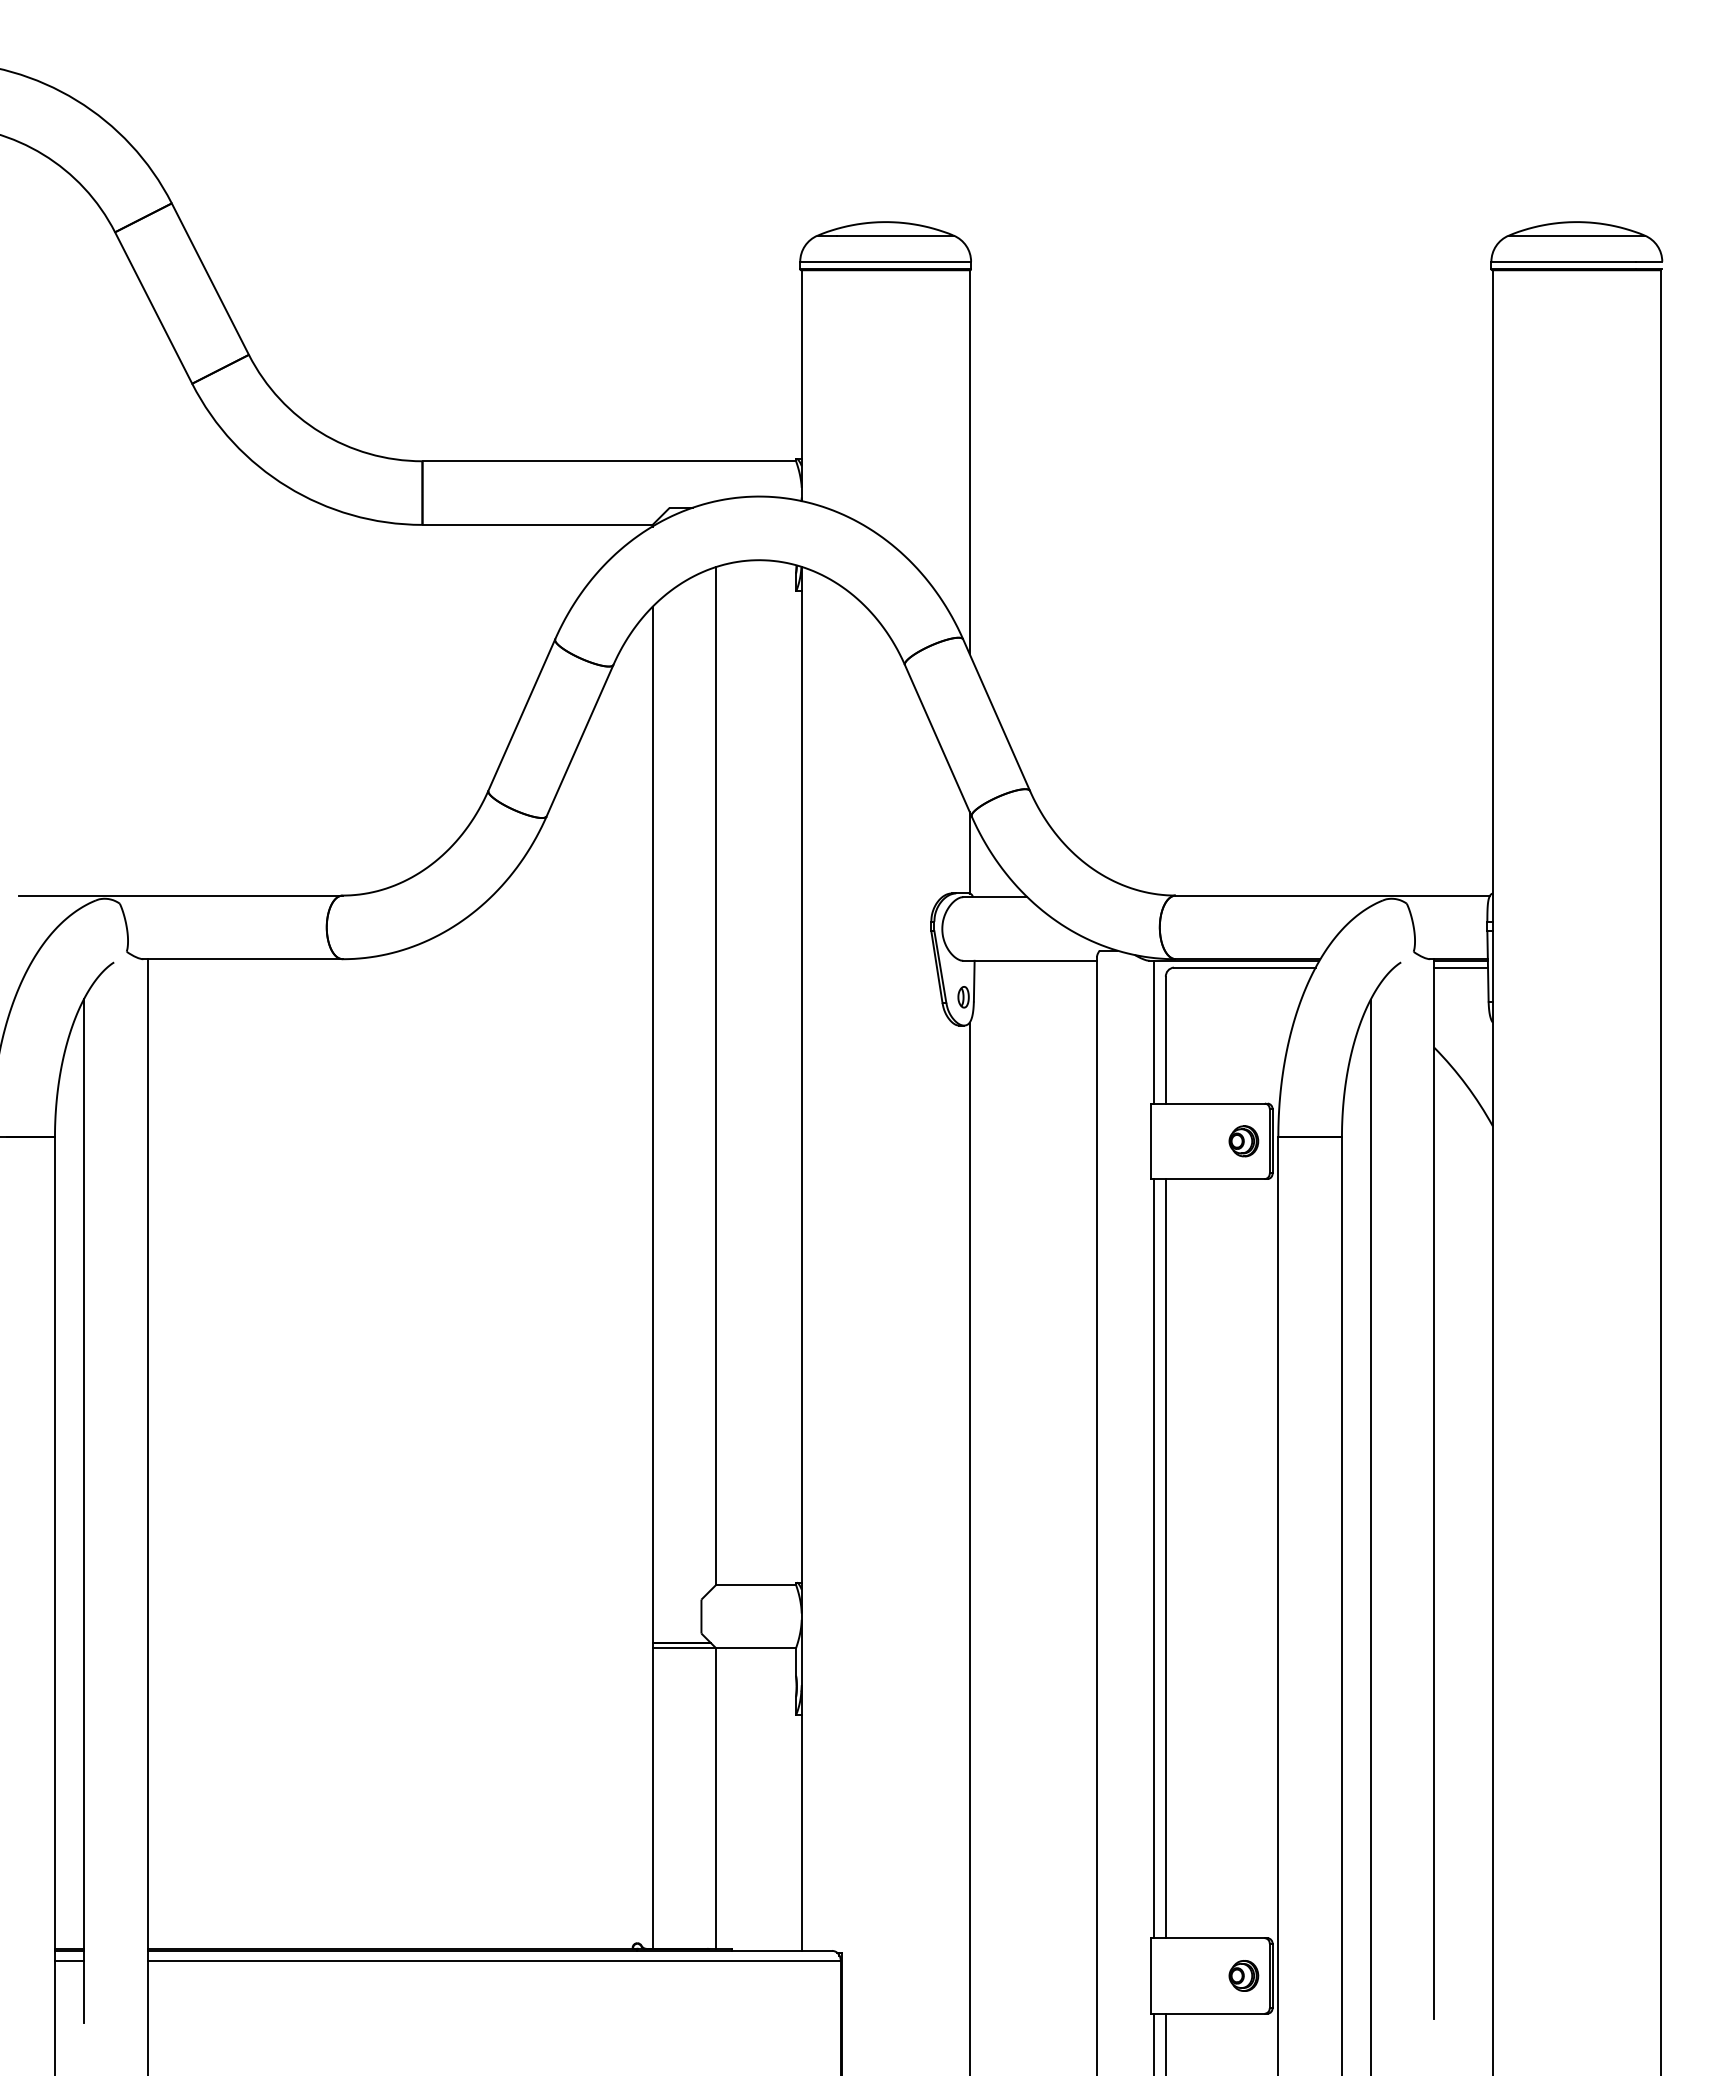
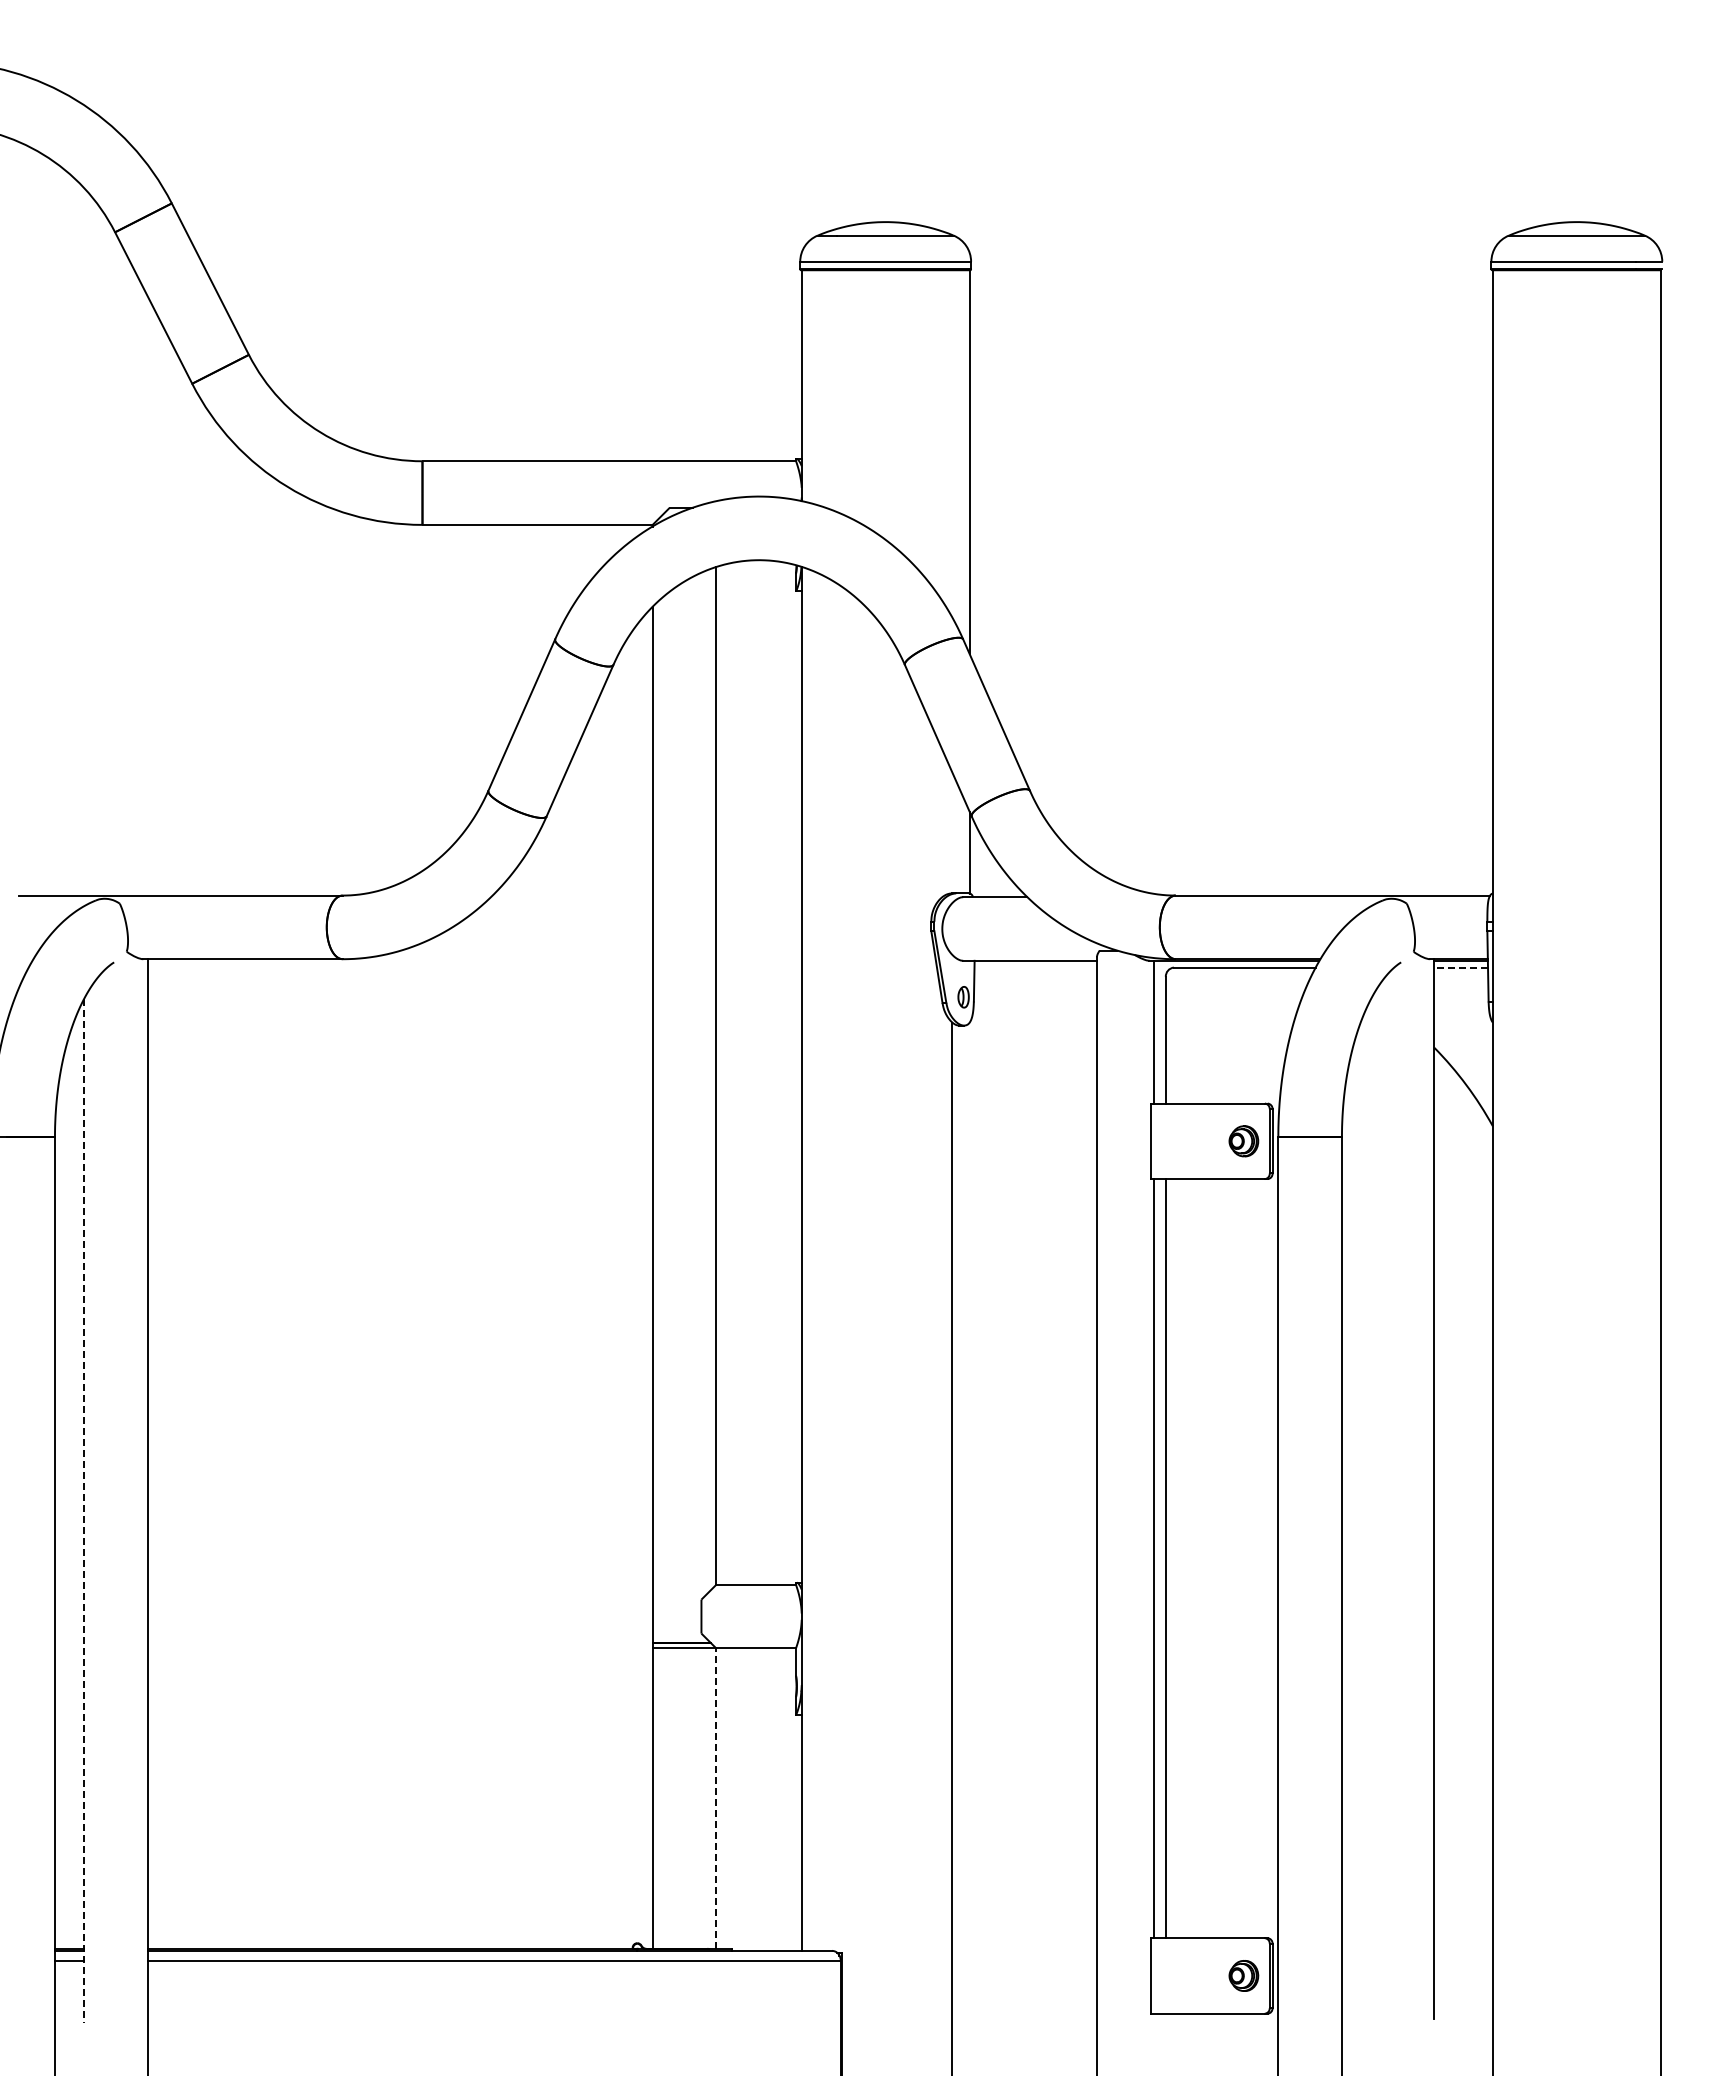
line at (1461, 967): solid -> dashed
line at (83, 1511): solid -> dashed
line at (1370, 1535): present -> none
line at (969, 1547) position: (969, 1547) -> (951, 1547)
line at (716, 1798): solid -> dashed
line at (1153, 2042): present -> none
line at (1165, 2042): present -> none
